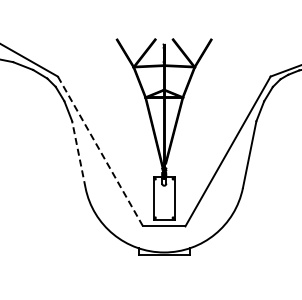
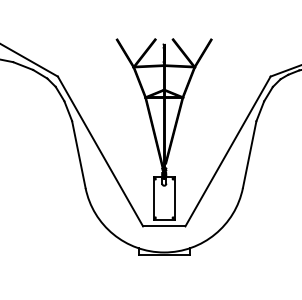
line at (100, 151): dashed -> solid
line at (78, 154): dashed -> solid
